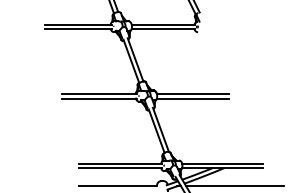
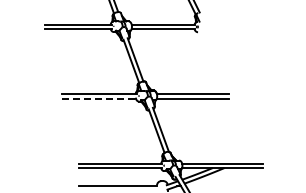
line at (99, 98): solid -> dashed
line at (234, 186): present -> none
